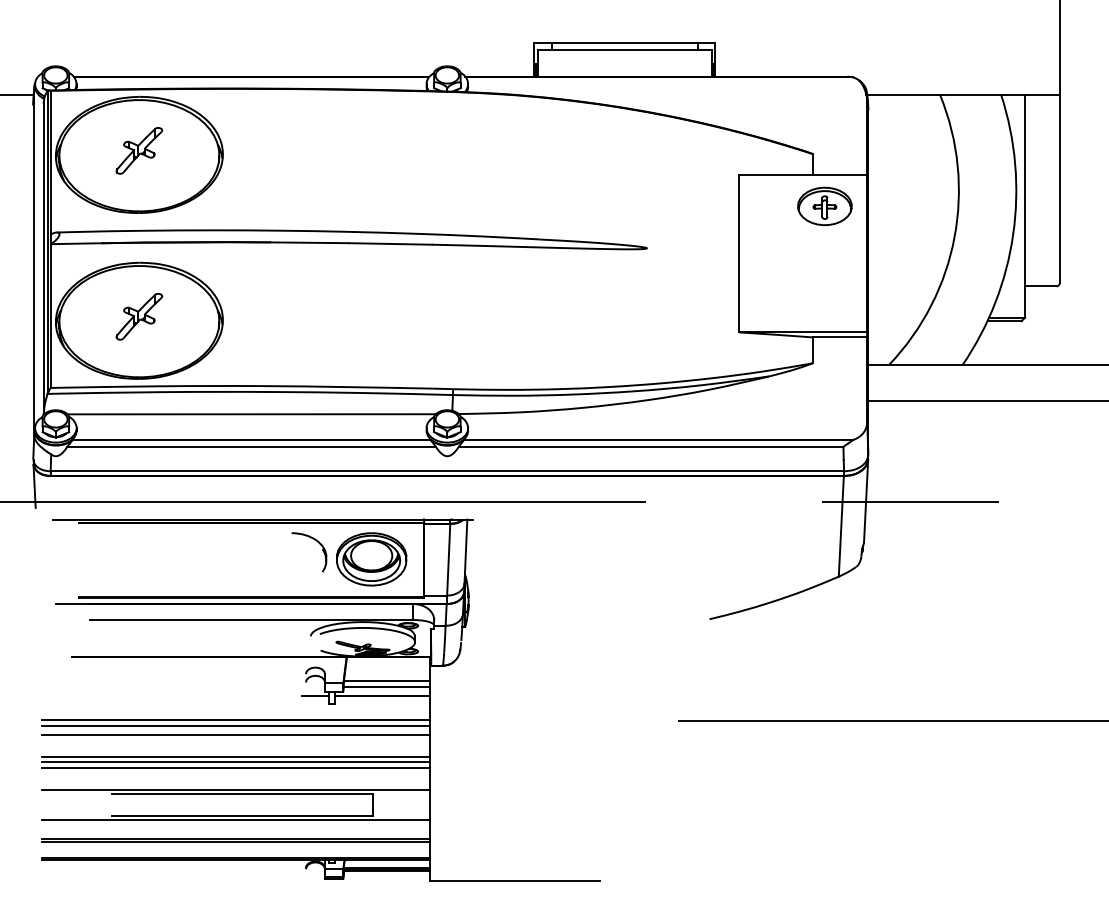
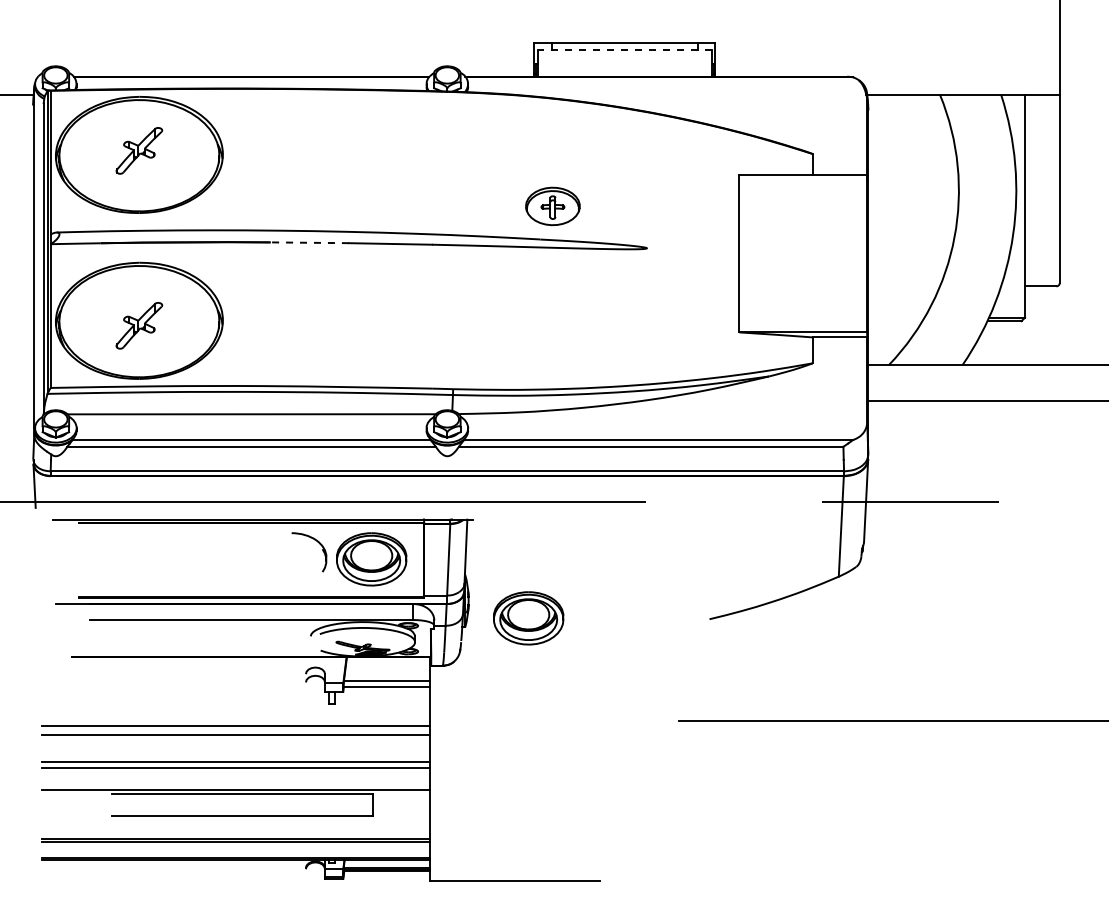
line at (624, 50): solid -> dashed
part at (824, 206) position: (824, 206) -> (552, 206)
line at (309, 242): solid -> dashed
part at (139, 316) position: (139, 316) -> (139, 325)
part at (528, 618): none -> present
line at (315, 696): present -> none
line at (381, 696): present -> none
line at (235, 720): present -> none
line at (235, 757): present -> none
line at (235, 820): present -> none
